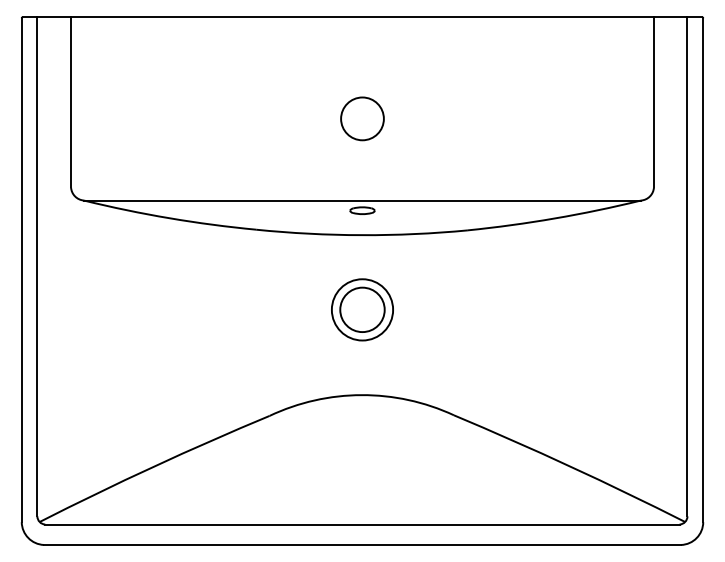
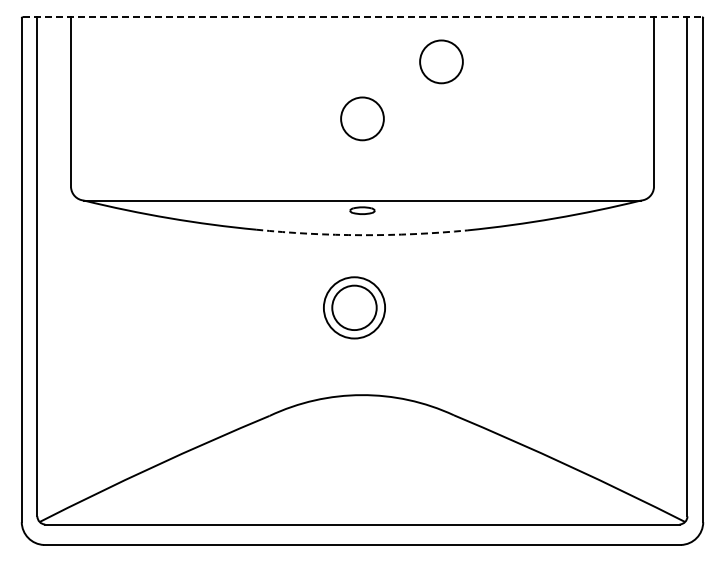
line at (362, 17): solid -> dashed
circle at (441, 61): none -> present
arc at (362, 235): solid -> dashed
part at (362, 309) position: (362, 309) -> (354, 307)
